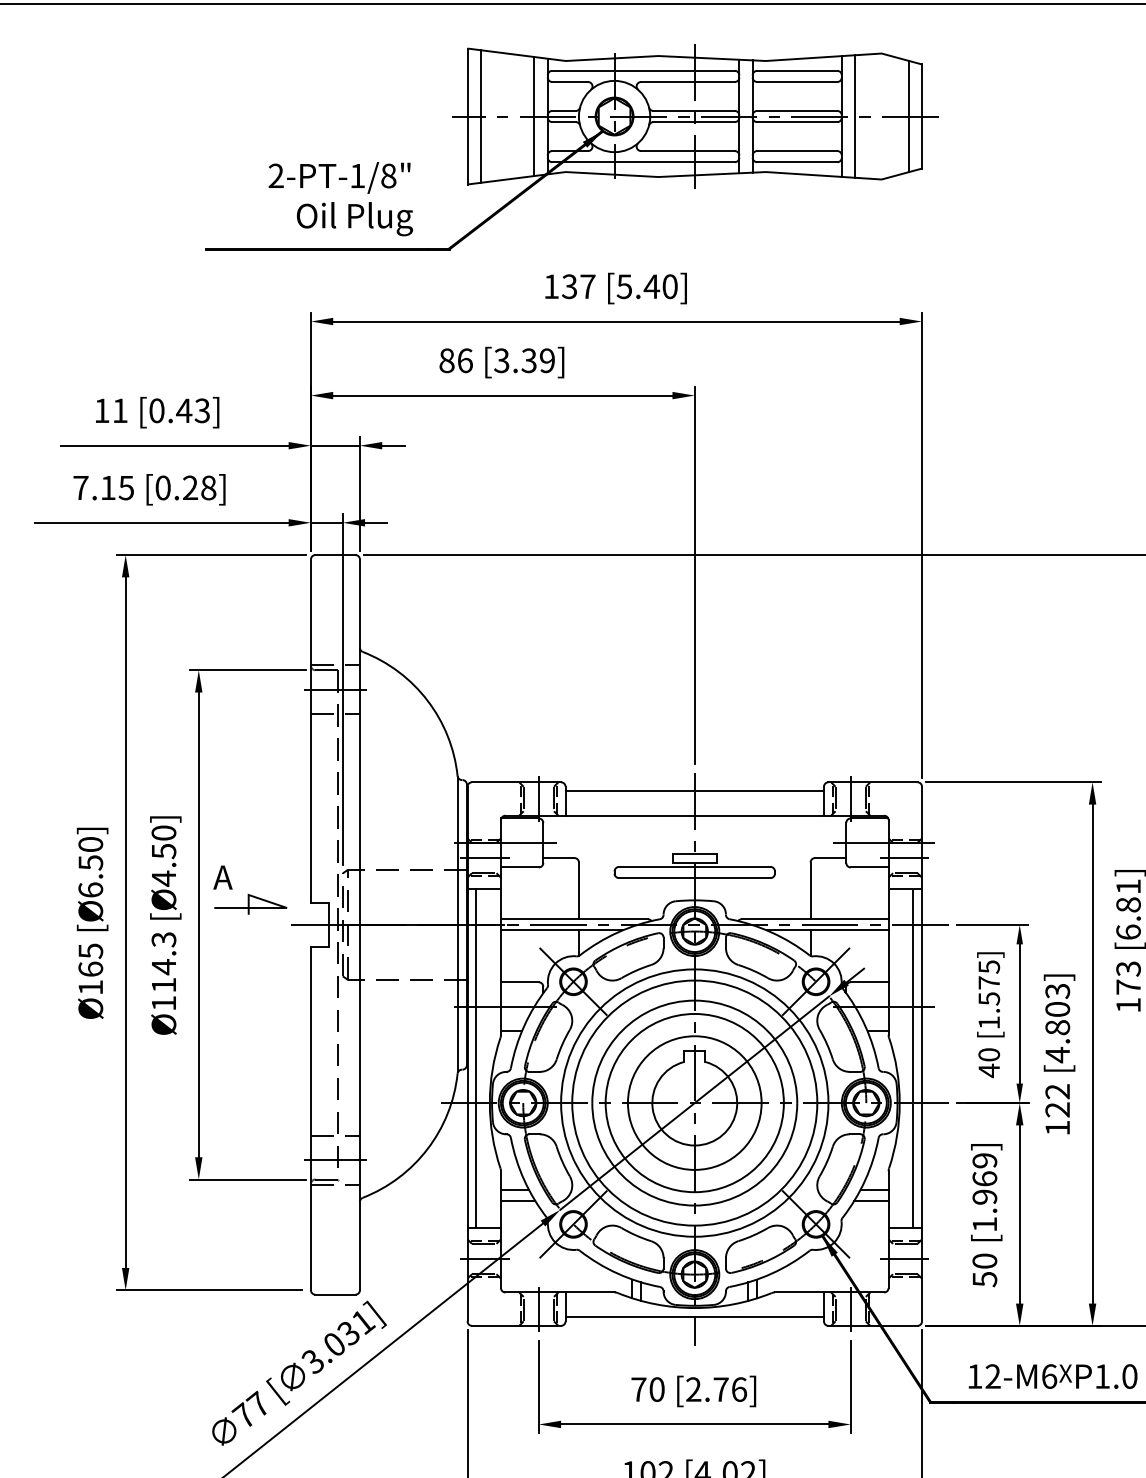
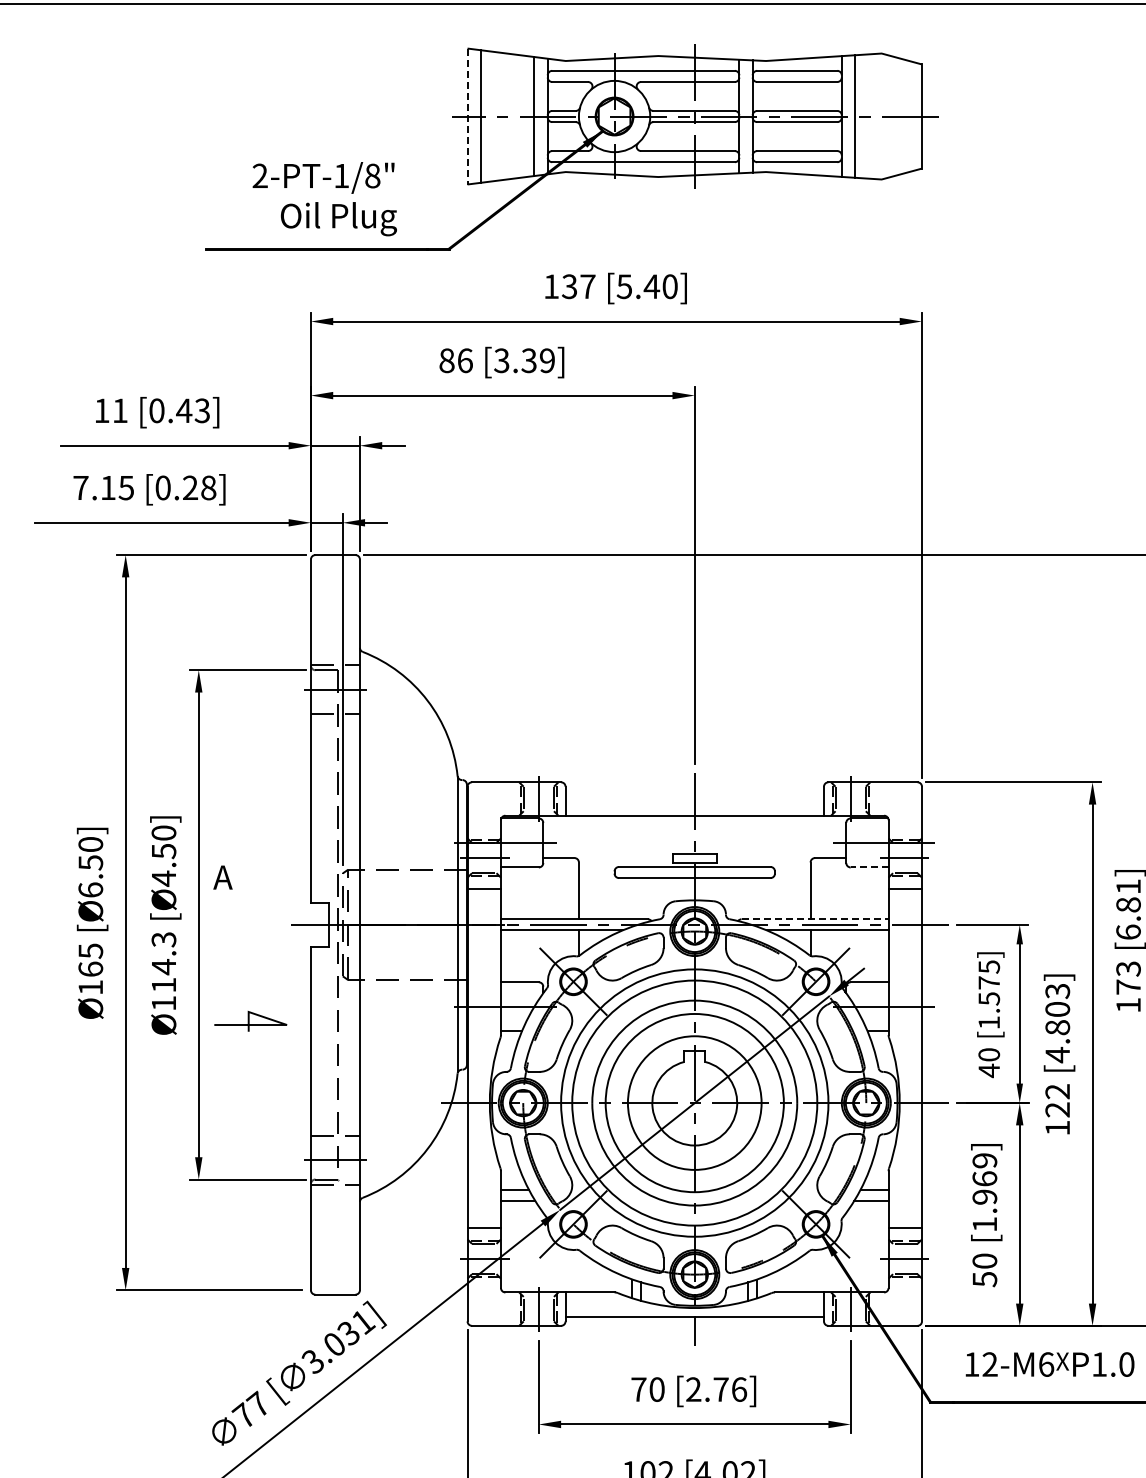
line at (467, 116): solid -> dashed
line at (908, 116): present -> none
text at (340, 199) position: (340, 199) -> (324, 199)
line at (694, 791): present -> none
line at (869, 867): solid -> dashed
line at (249, 904) position: (249, 904) -> (249, 1021)
line at (815, 919): solid -> dashed
line at (476, 1058): present -> none
line at (913, 1058): present -> none
text at (1052, 1376) position: (1052, 1376) -> (1049, 1364)
